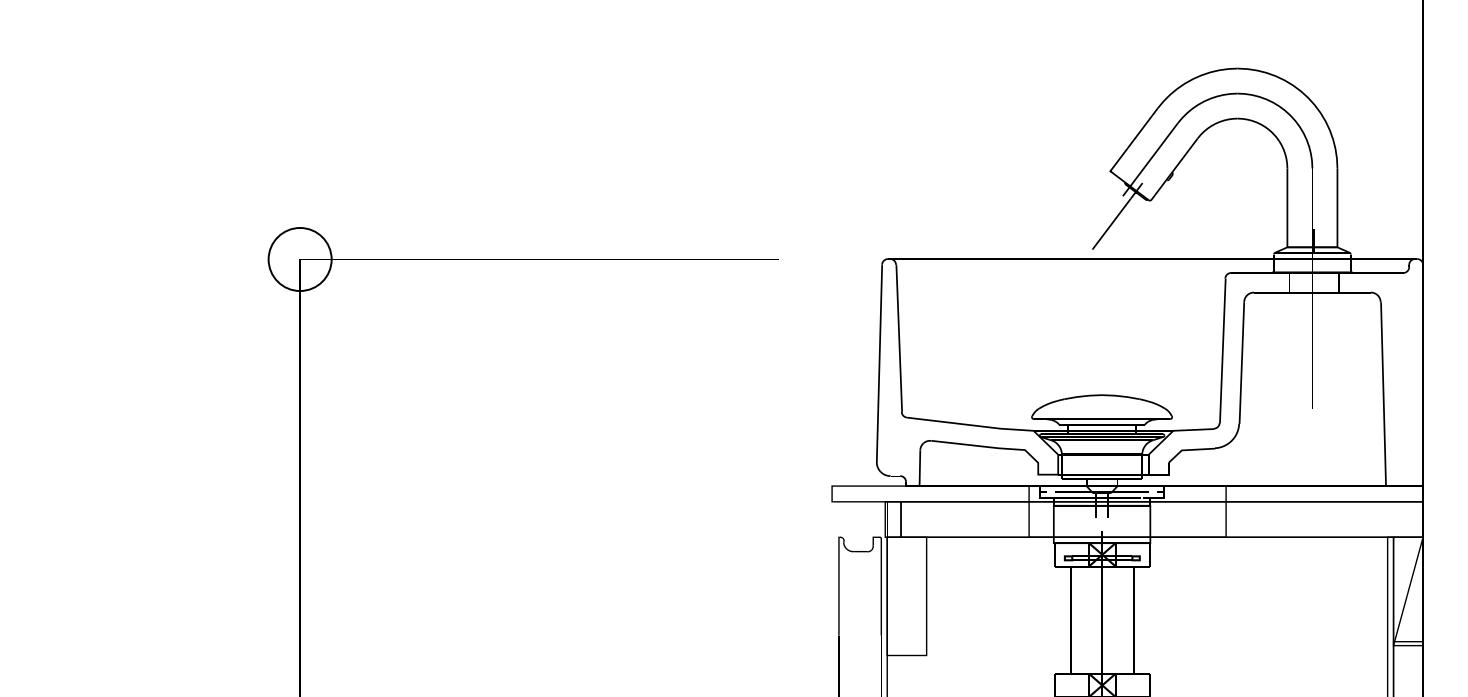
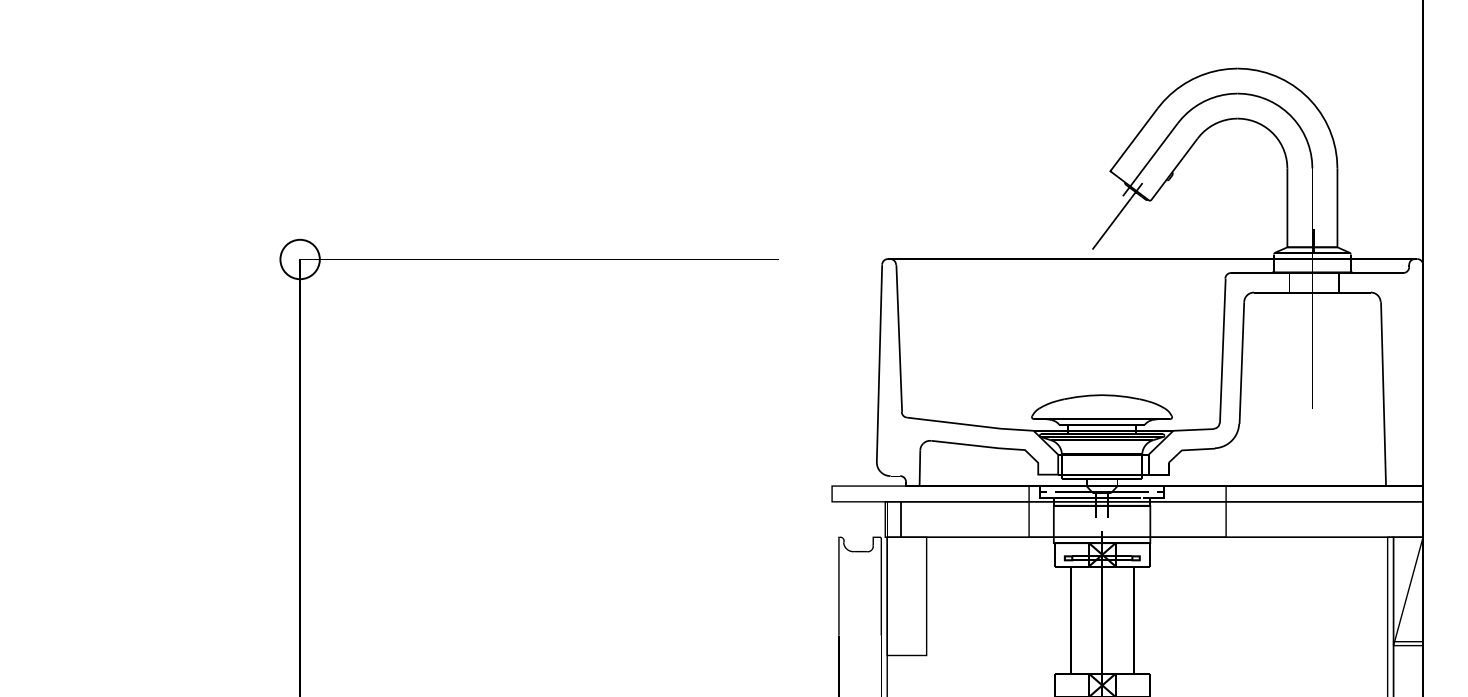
circle at (299, 259) diameter: 63 px -> 39 px
